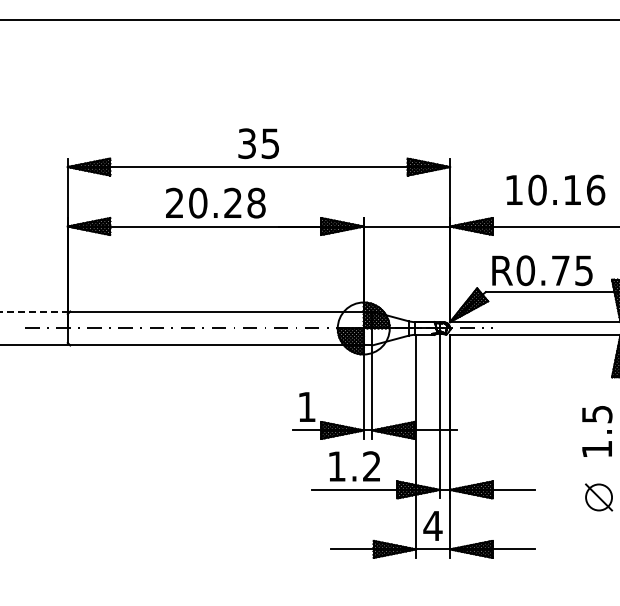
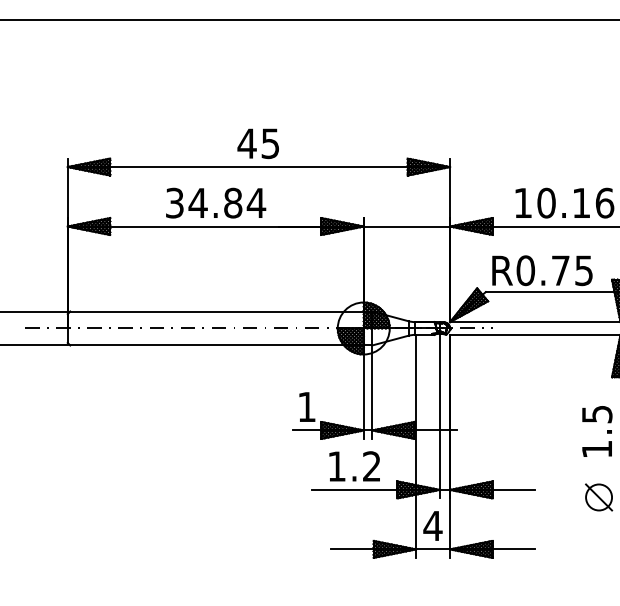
text at (246, 143): 35 -> 45
text at (555, 189) position: (555, 189) -> (564, 202)
text at (216, 202): 20.28 -> 34.84
line at (33, 311): dashed -> solid
